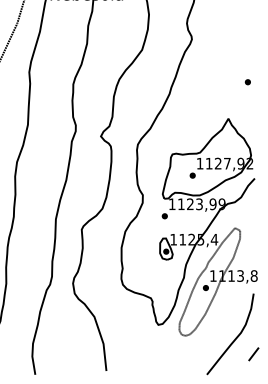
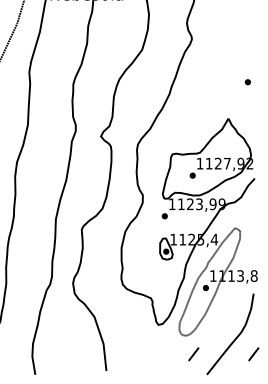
line at (193, 354): none -> present
